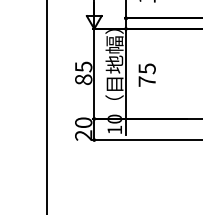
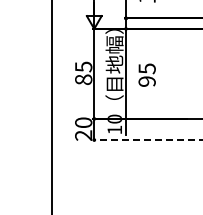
text at (146, 81): 75 -> 95
line at (46, 106) position: (46, 106) -> (51, 106)
line at (147, 140): solid -> dashed
